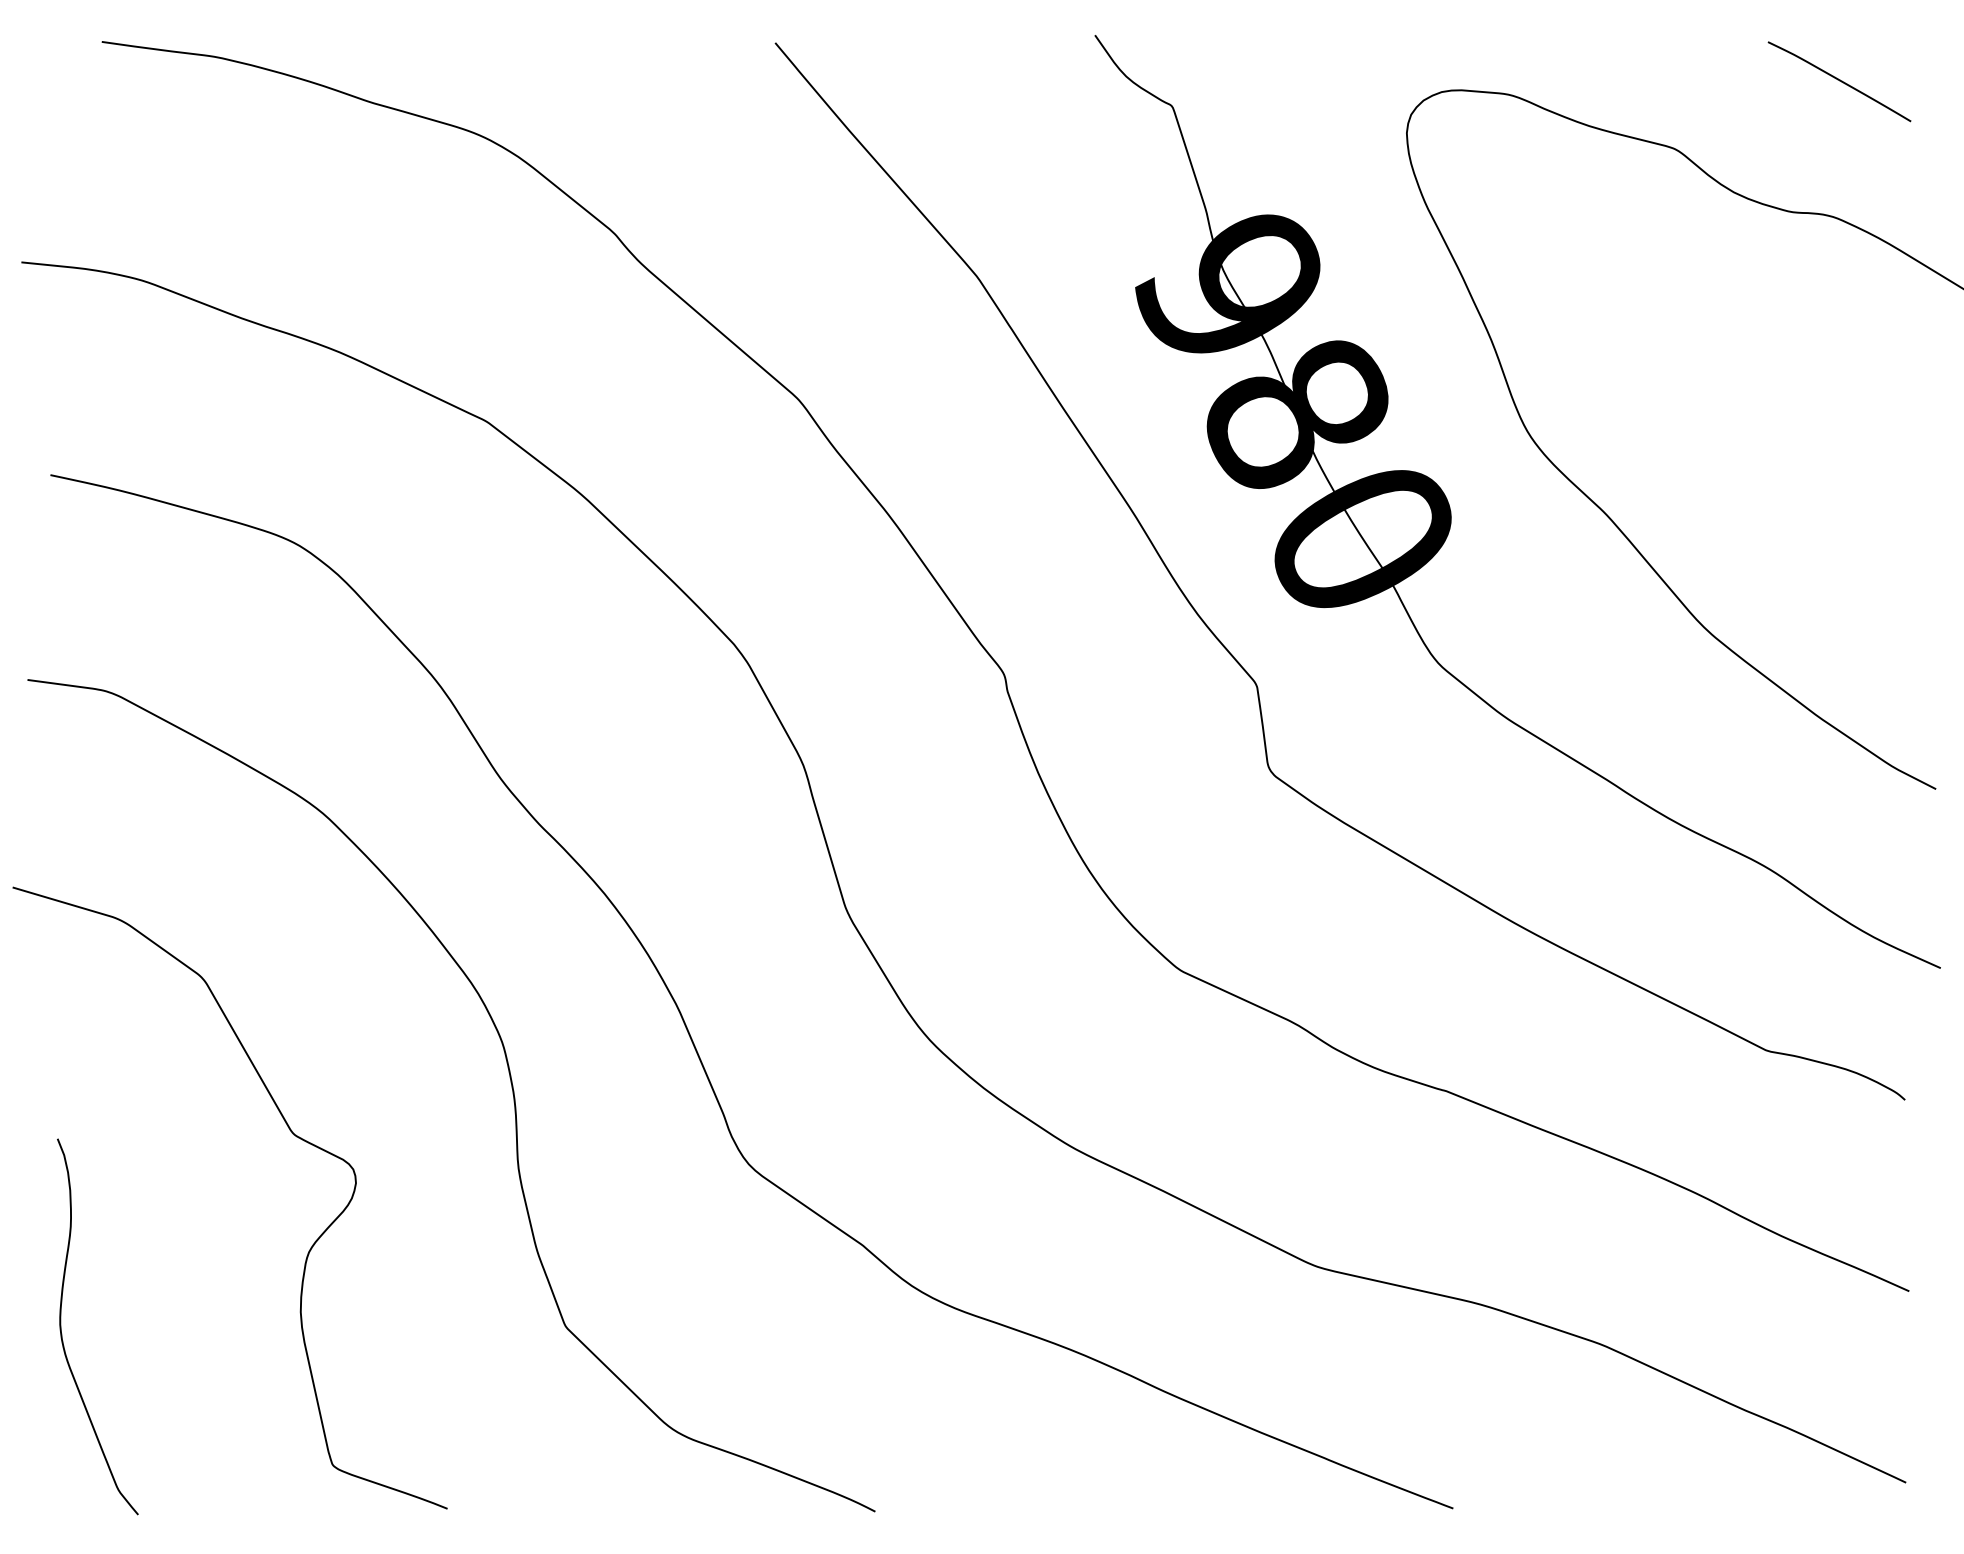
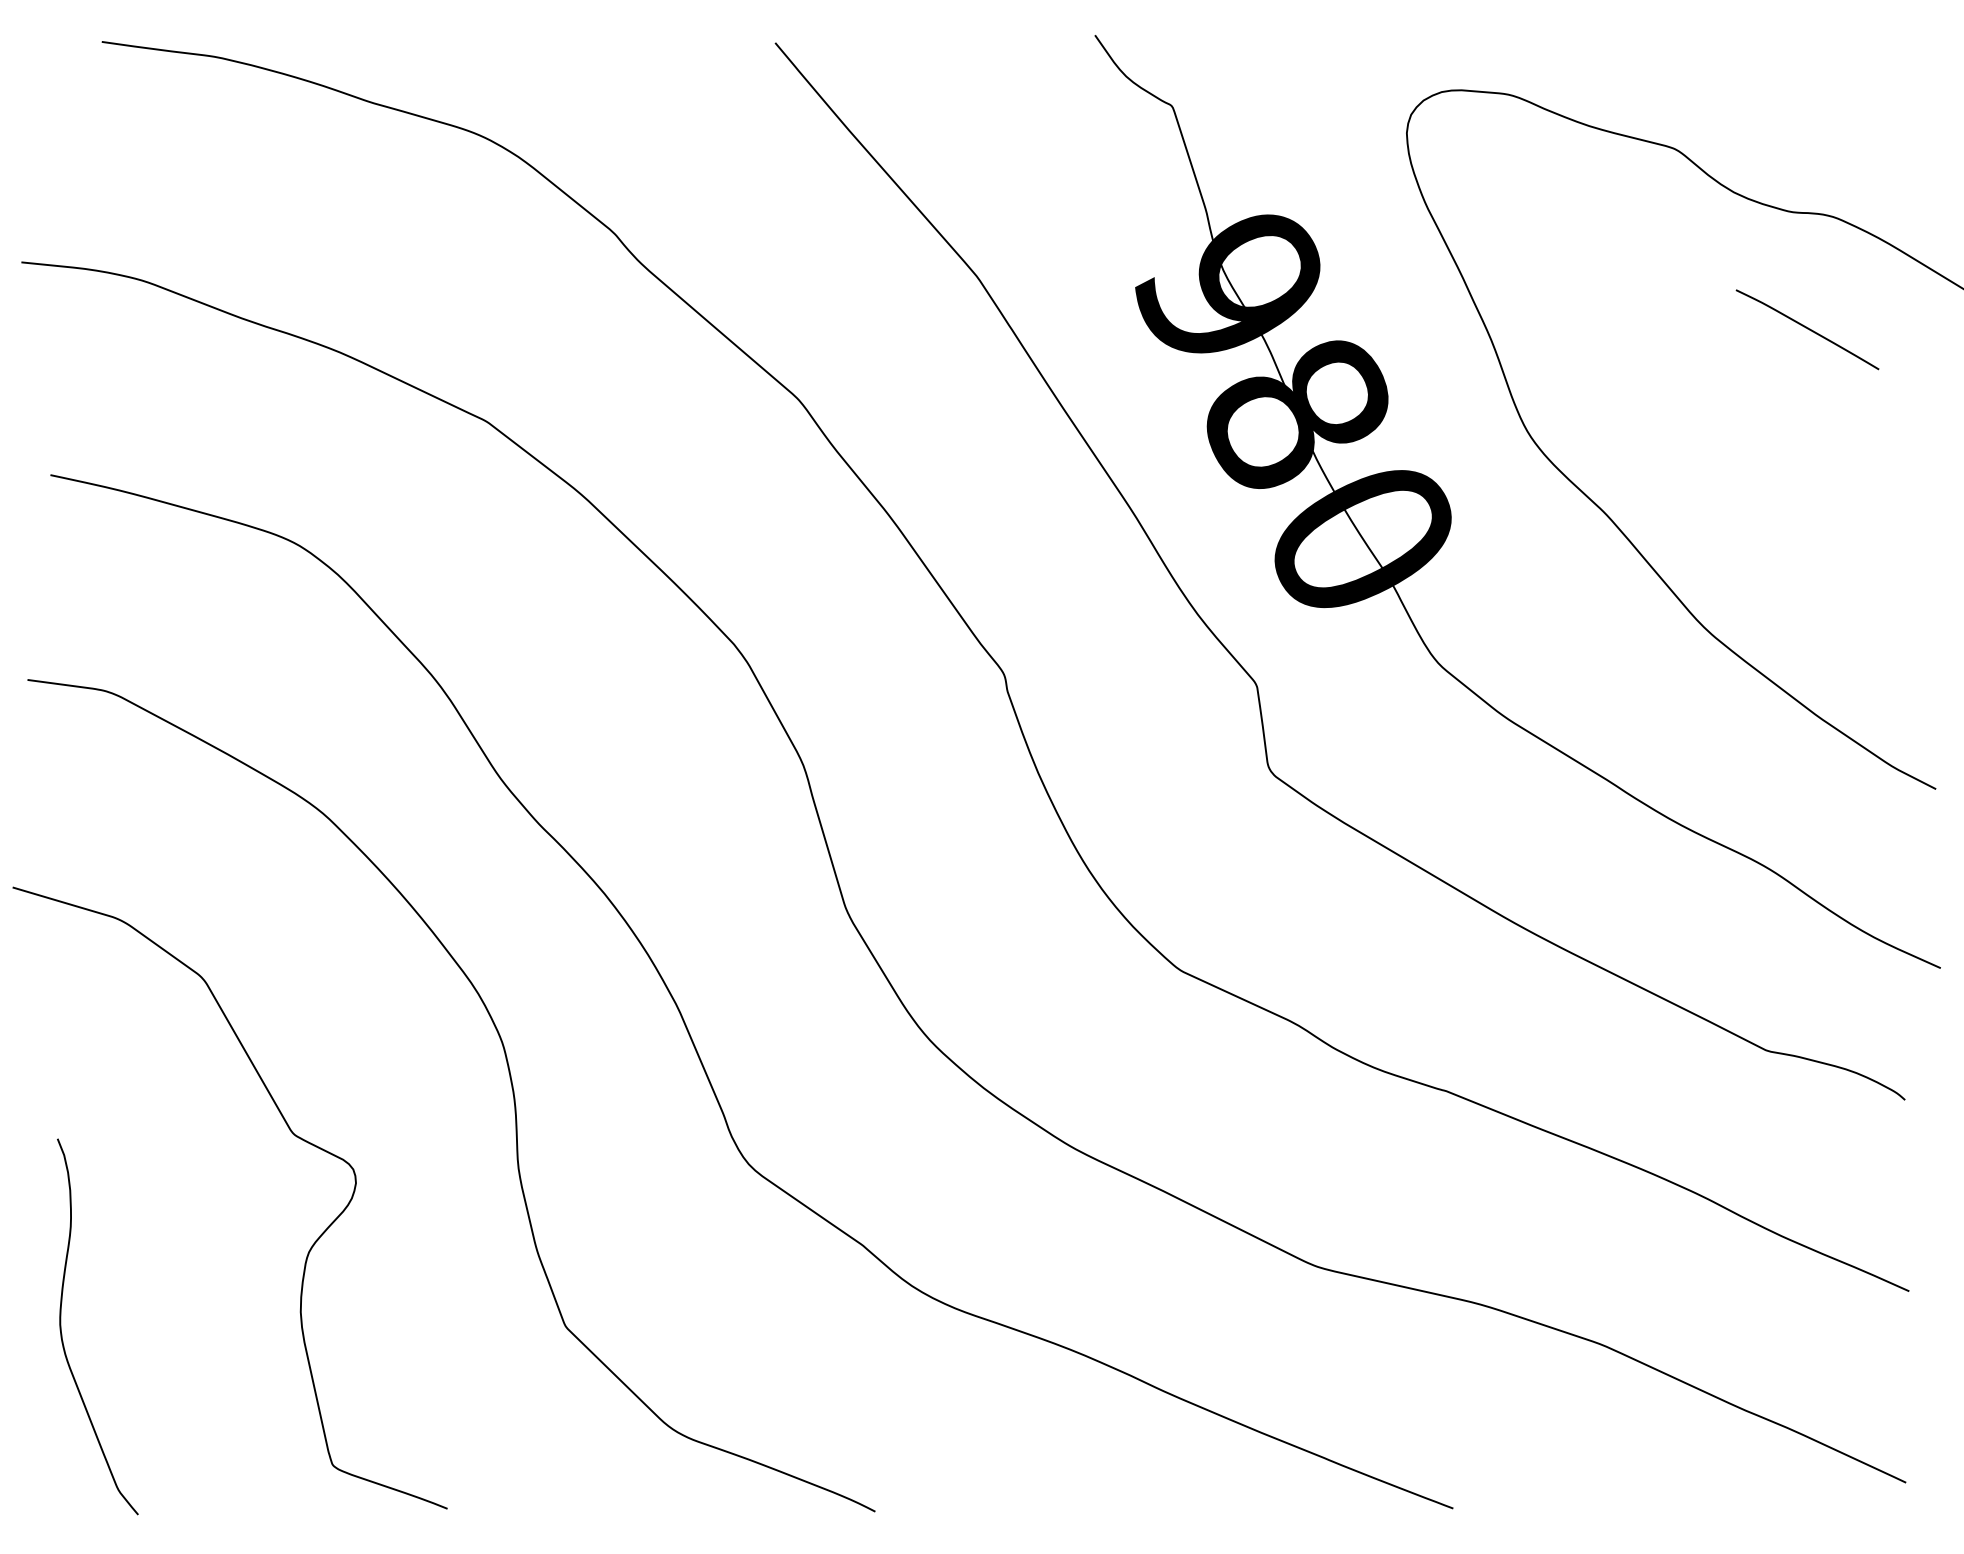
curve at (1839, 81) position: (1839, 81) -> (1807, 329)
